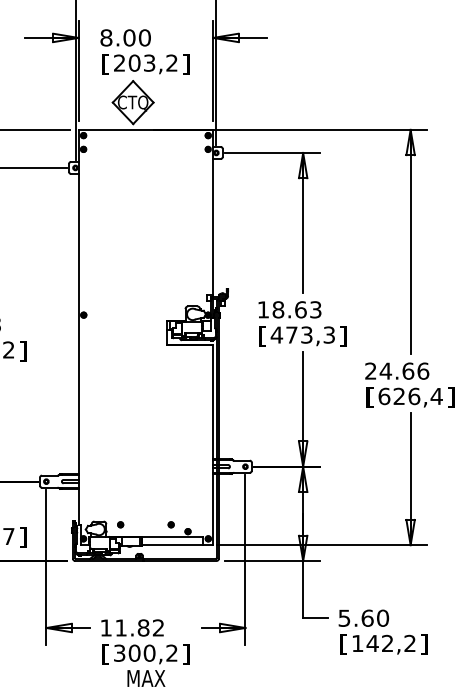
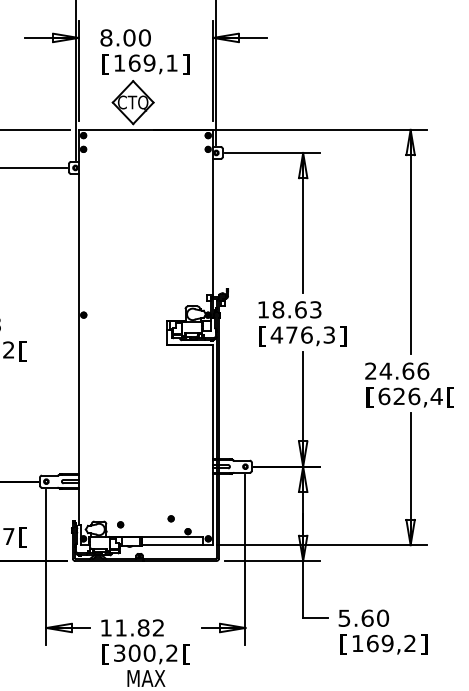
text at (145, 62): 203,2 -> 169,1
text at (306, 334): 473,3 -> 476,3
text at (22, 351): ] -> [
text at (450, 397): ] -> [
part at (170, 524) position: (170, 524) -> (170, 518)
text at (22, 537): ] -> [
text at (379, 643): 142,2 -> 169,2
text at (186, 654): ] -> [
